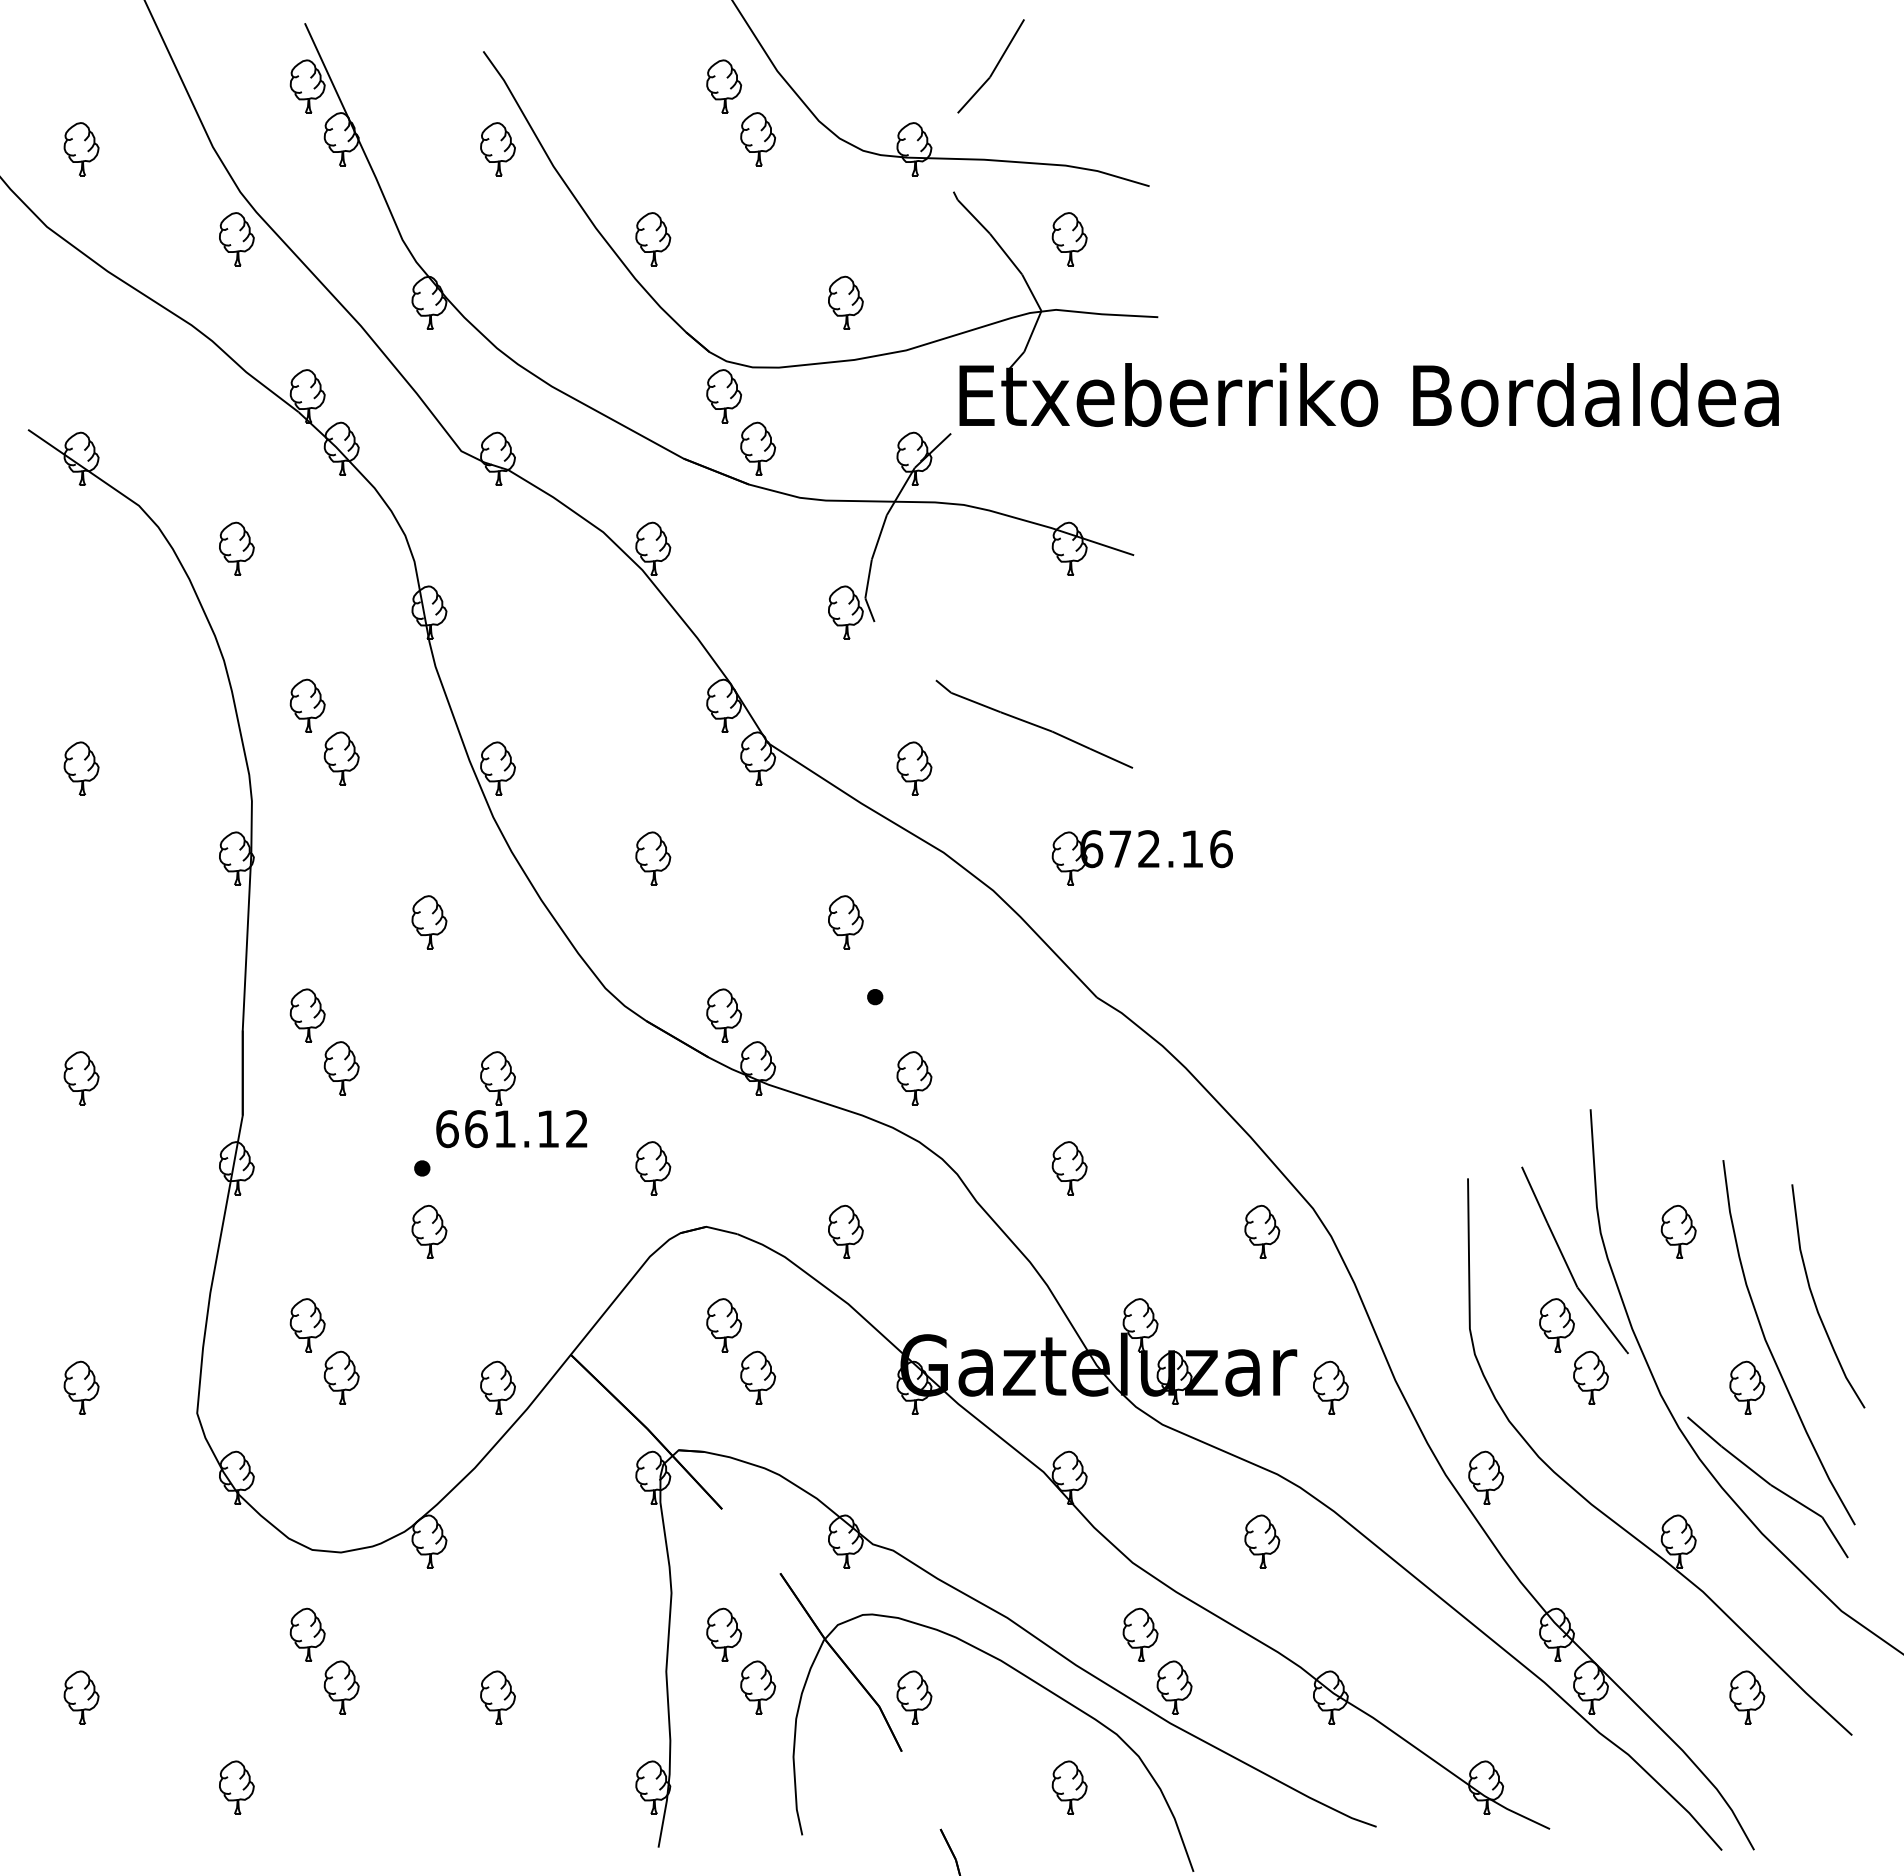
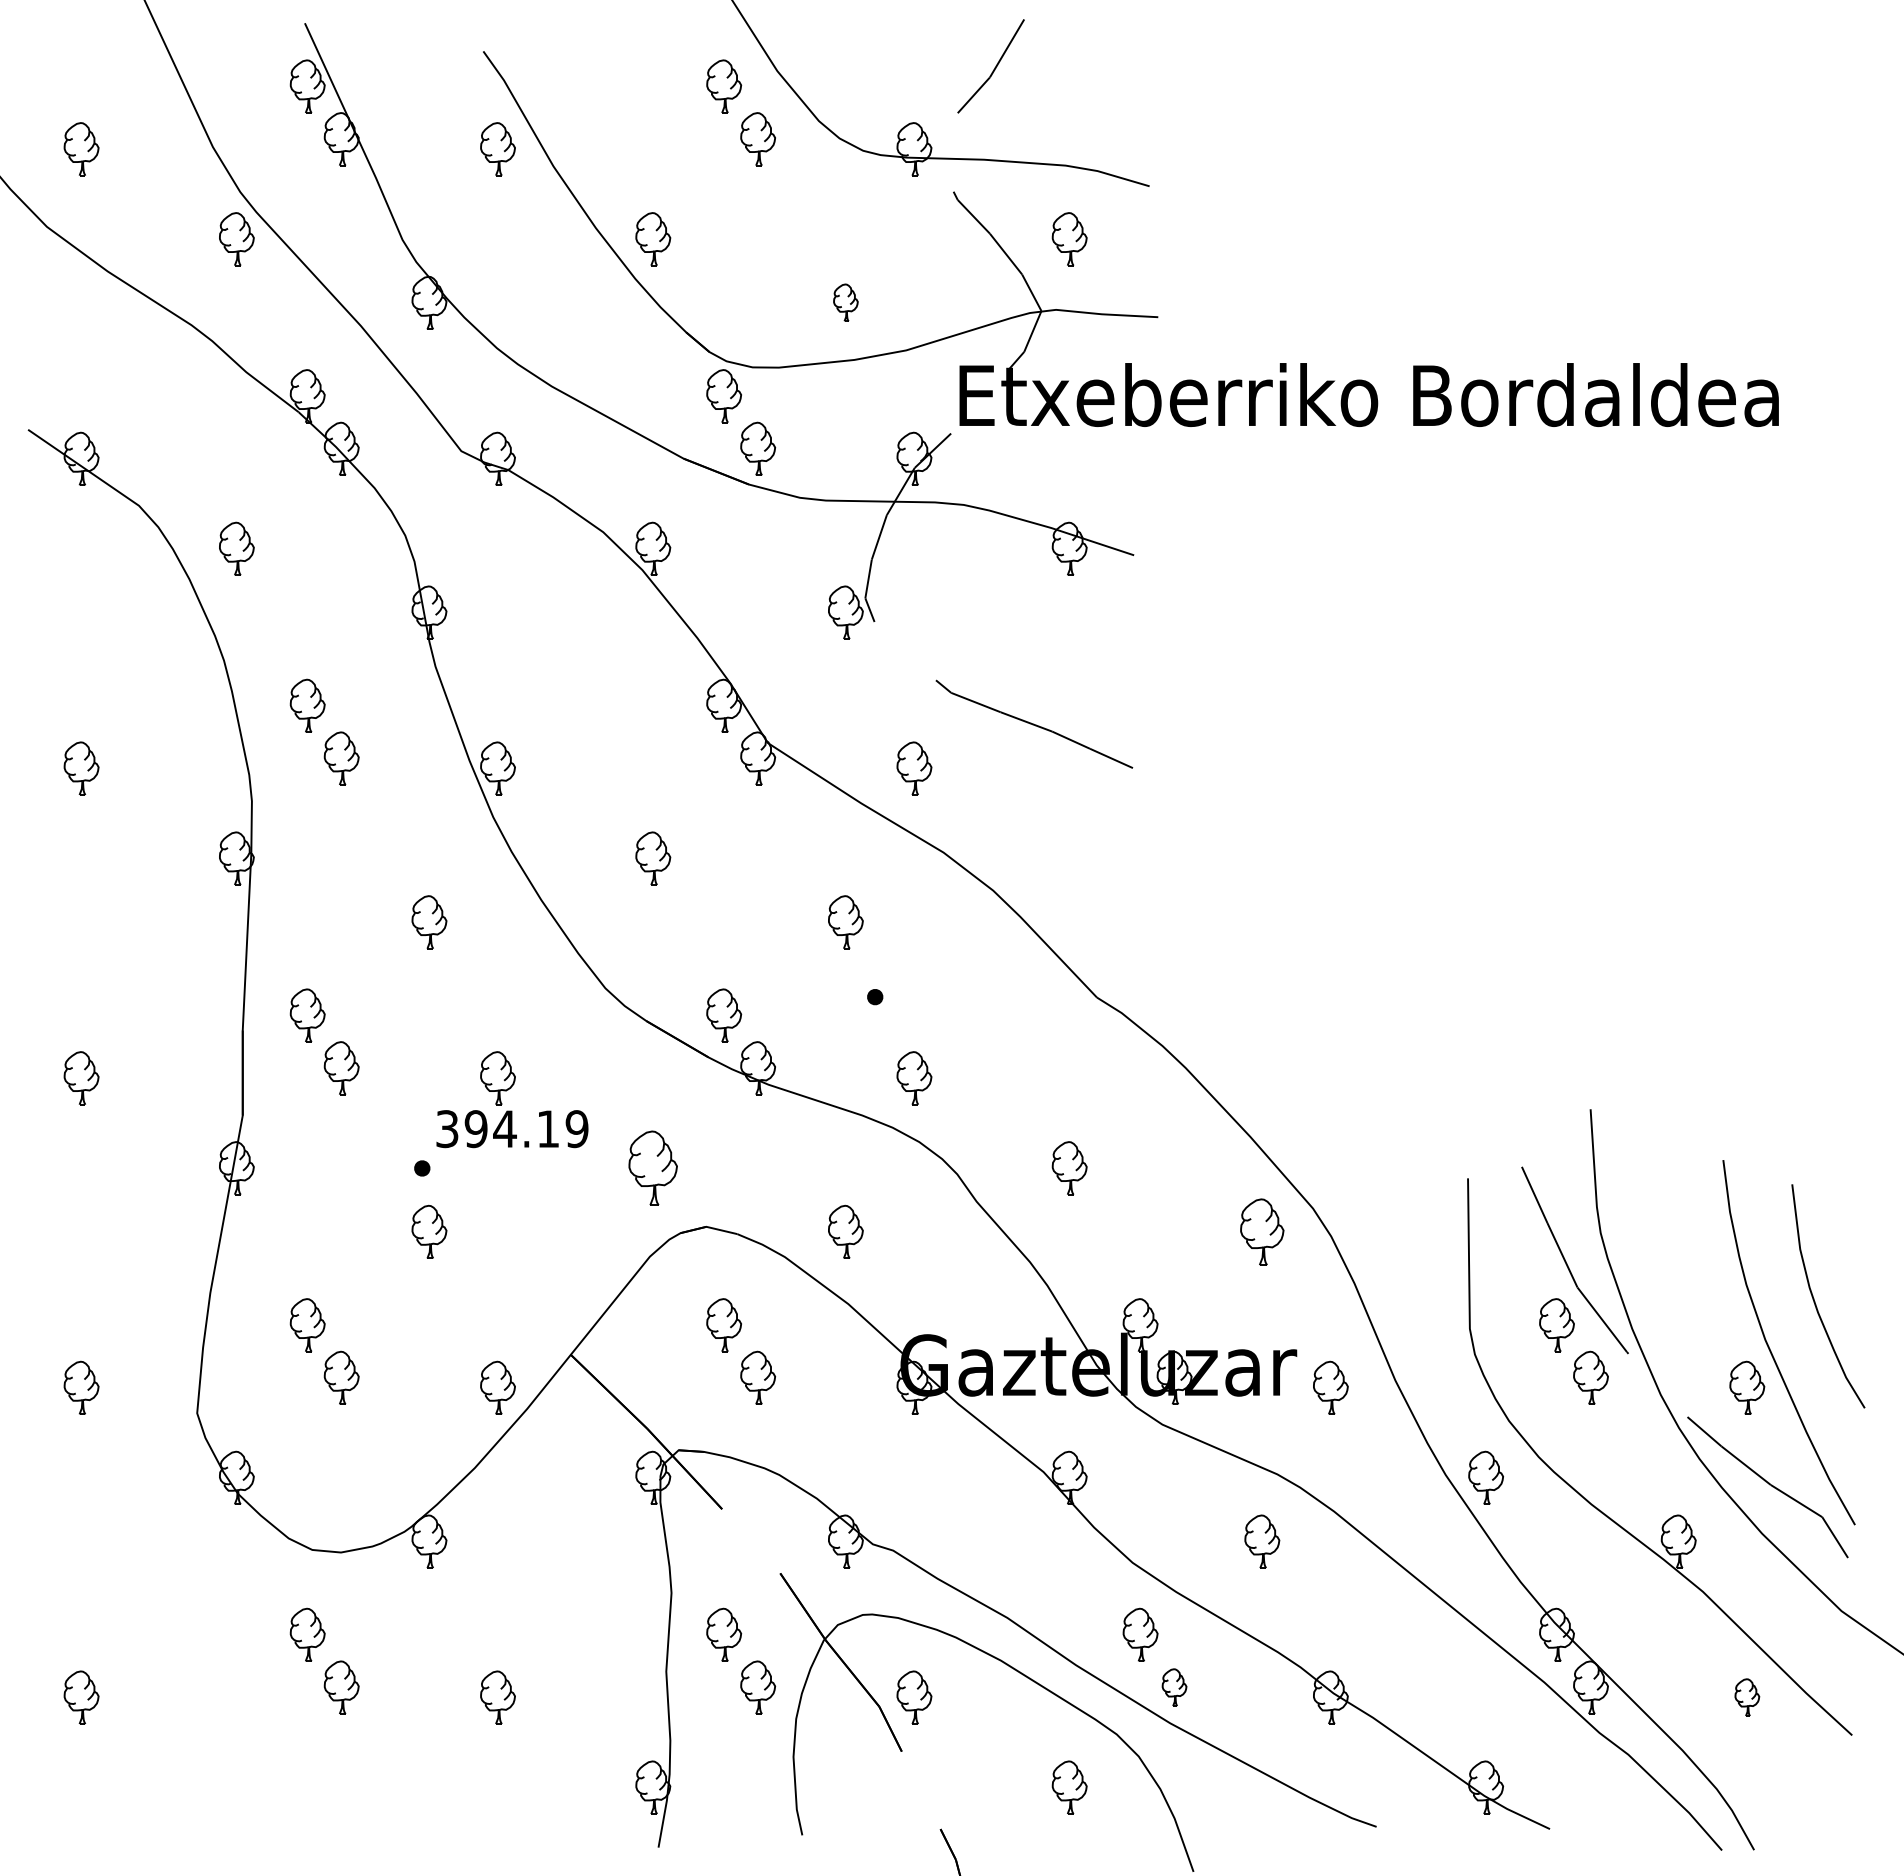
part at (845, 302) size: 36x55 px -> 26x39 px
part at (1141, 857): present -> none
text at (512, 1129): 661.12 -> 394.19
part at (653, 1168) size: 37x55 px -> 50x76 px
part at (1262, 1231) size: 37x55 px -> 45x68 px
part at (1678, 1231): present -> none
part at (1174, 1687) size: 37x55 px -> 27x39 px
part at (1747, 1697) size: 37x55 px -> 27x39 px
part at (236, 1787): present -> none
